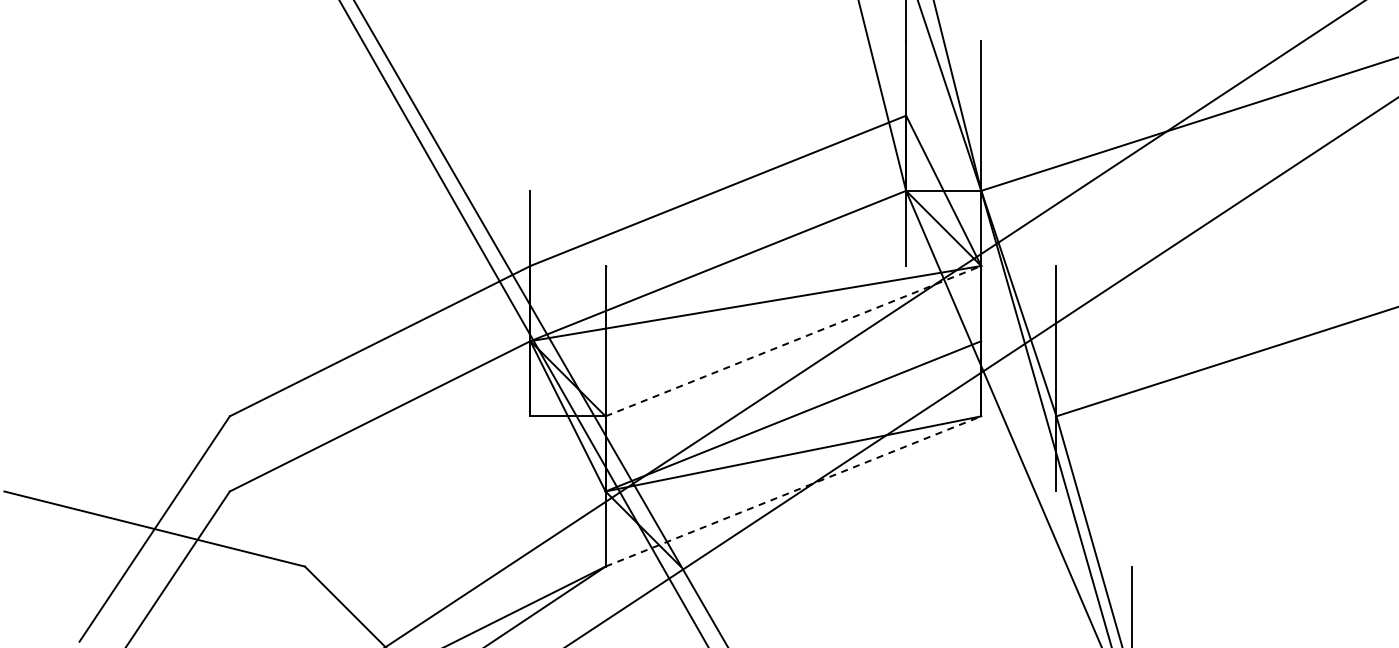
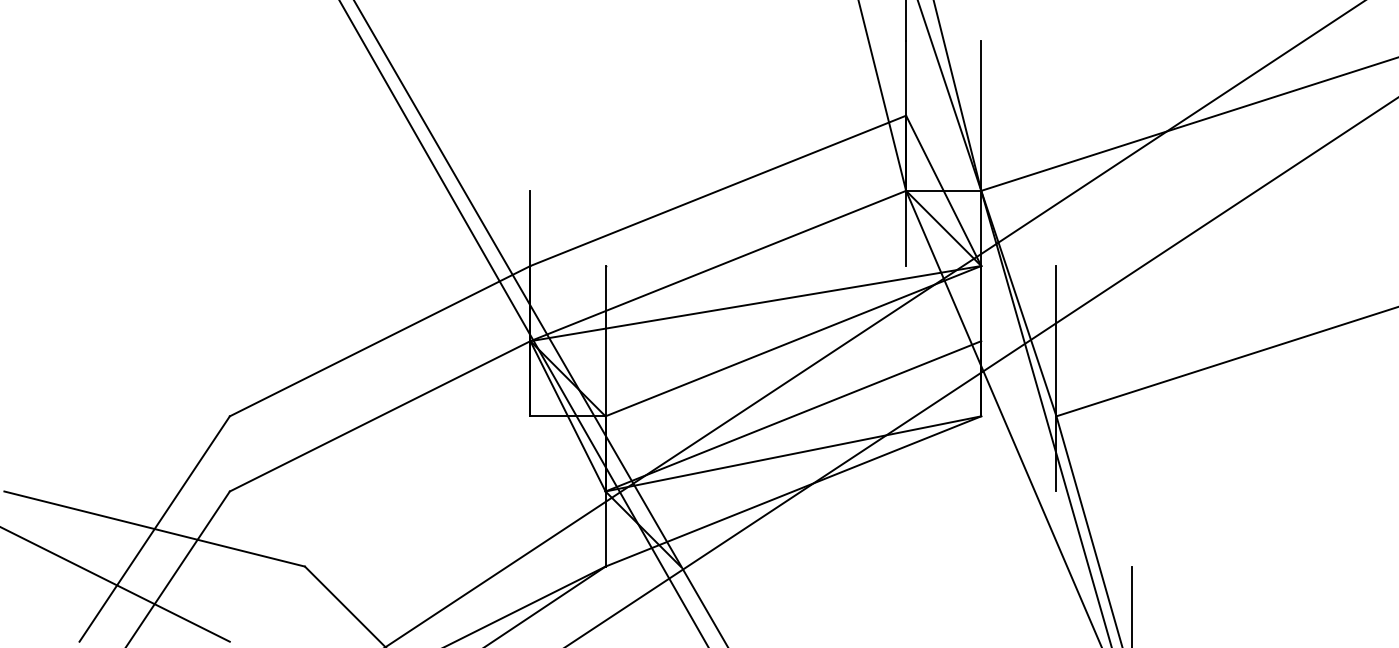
line at (793, 340): dashed -> solid
line at (793, 491): dashed -> solid
line at (115, 584): none -> present
